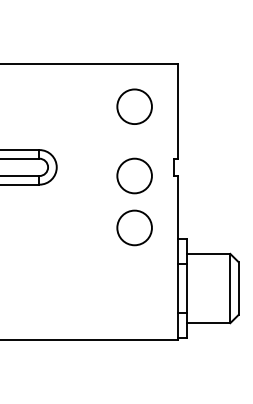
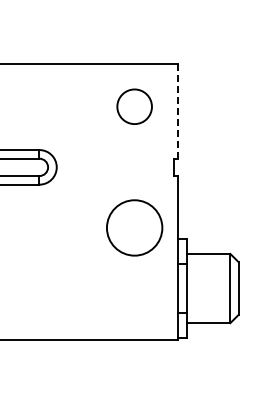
line at (177, 111): solid -> dashed
circle at (134, 175): present -> none
circle at (134, 227) diameter: 35 px -> 55 px
